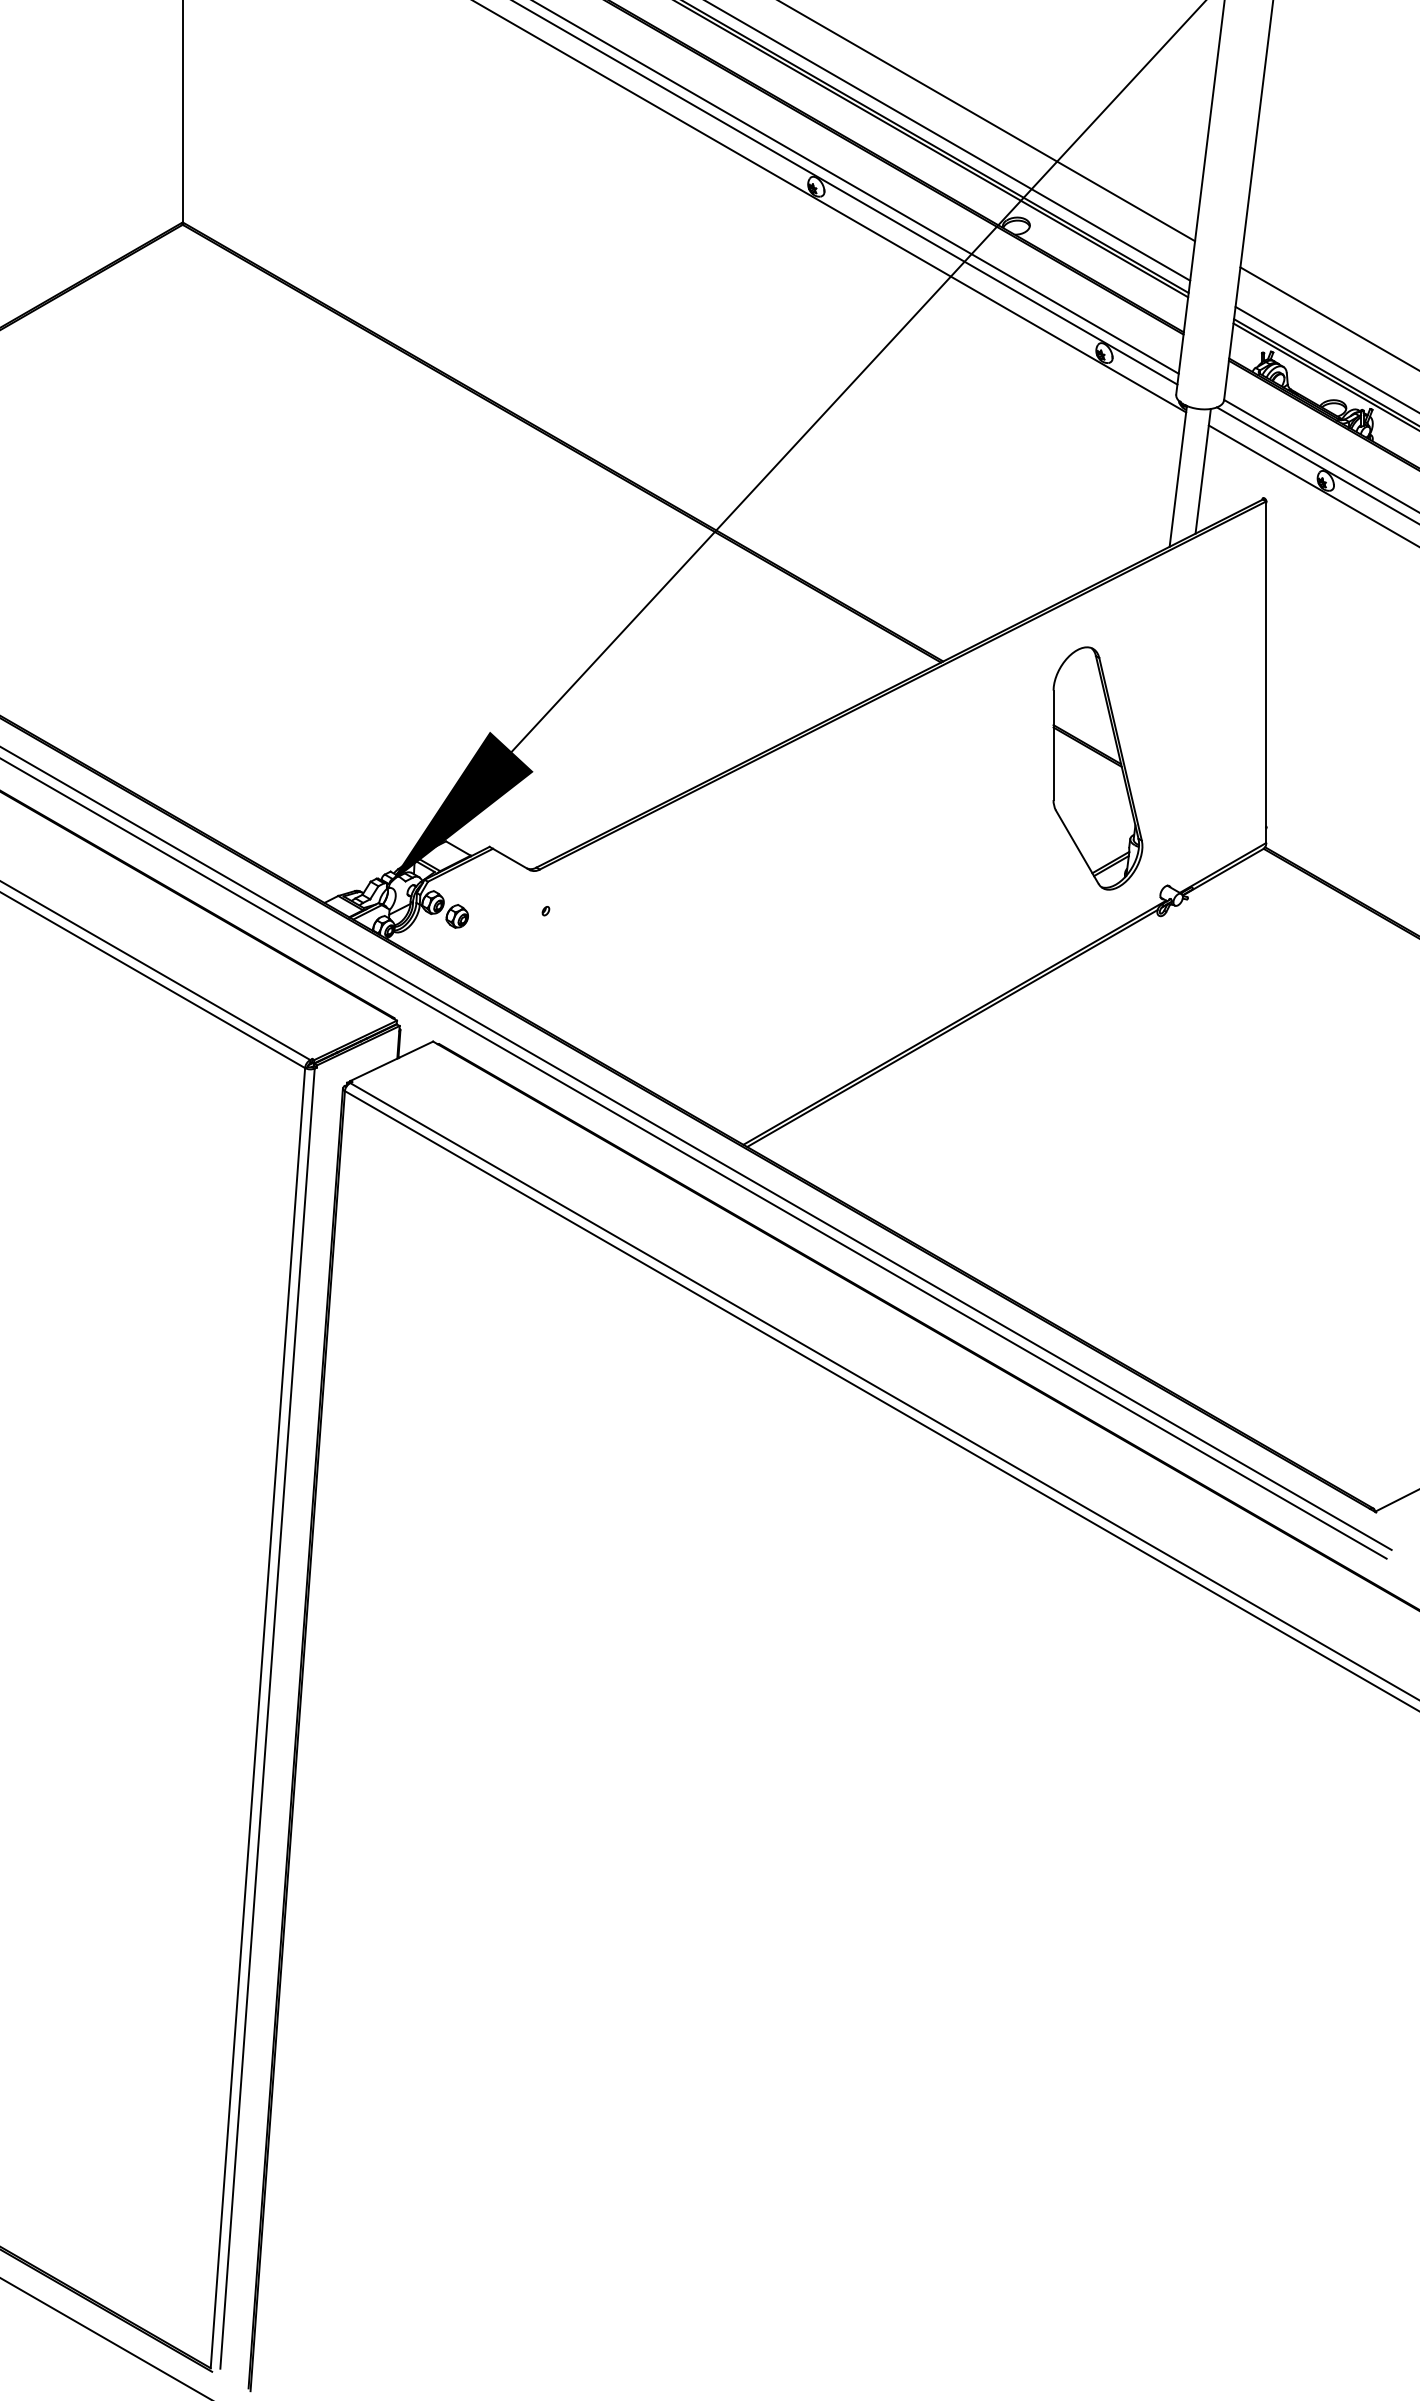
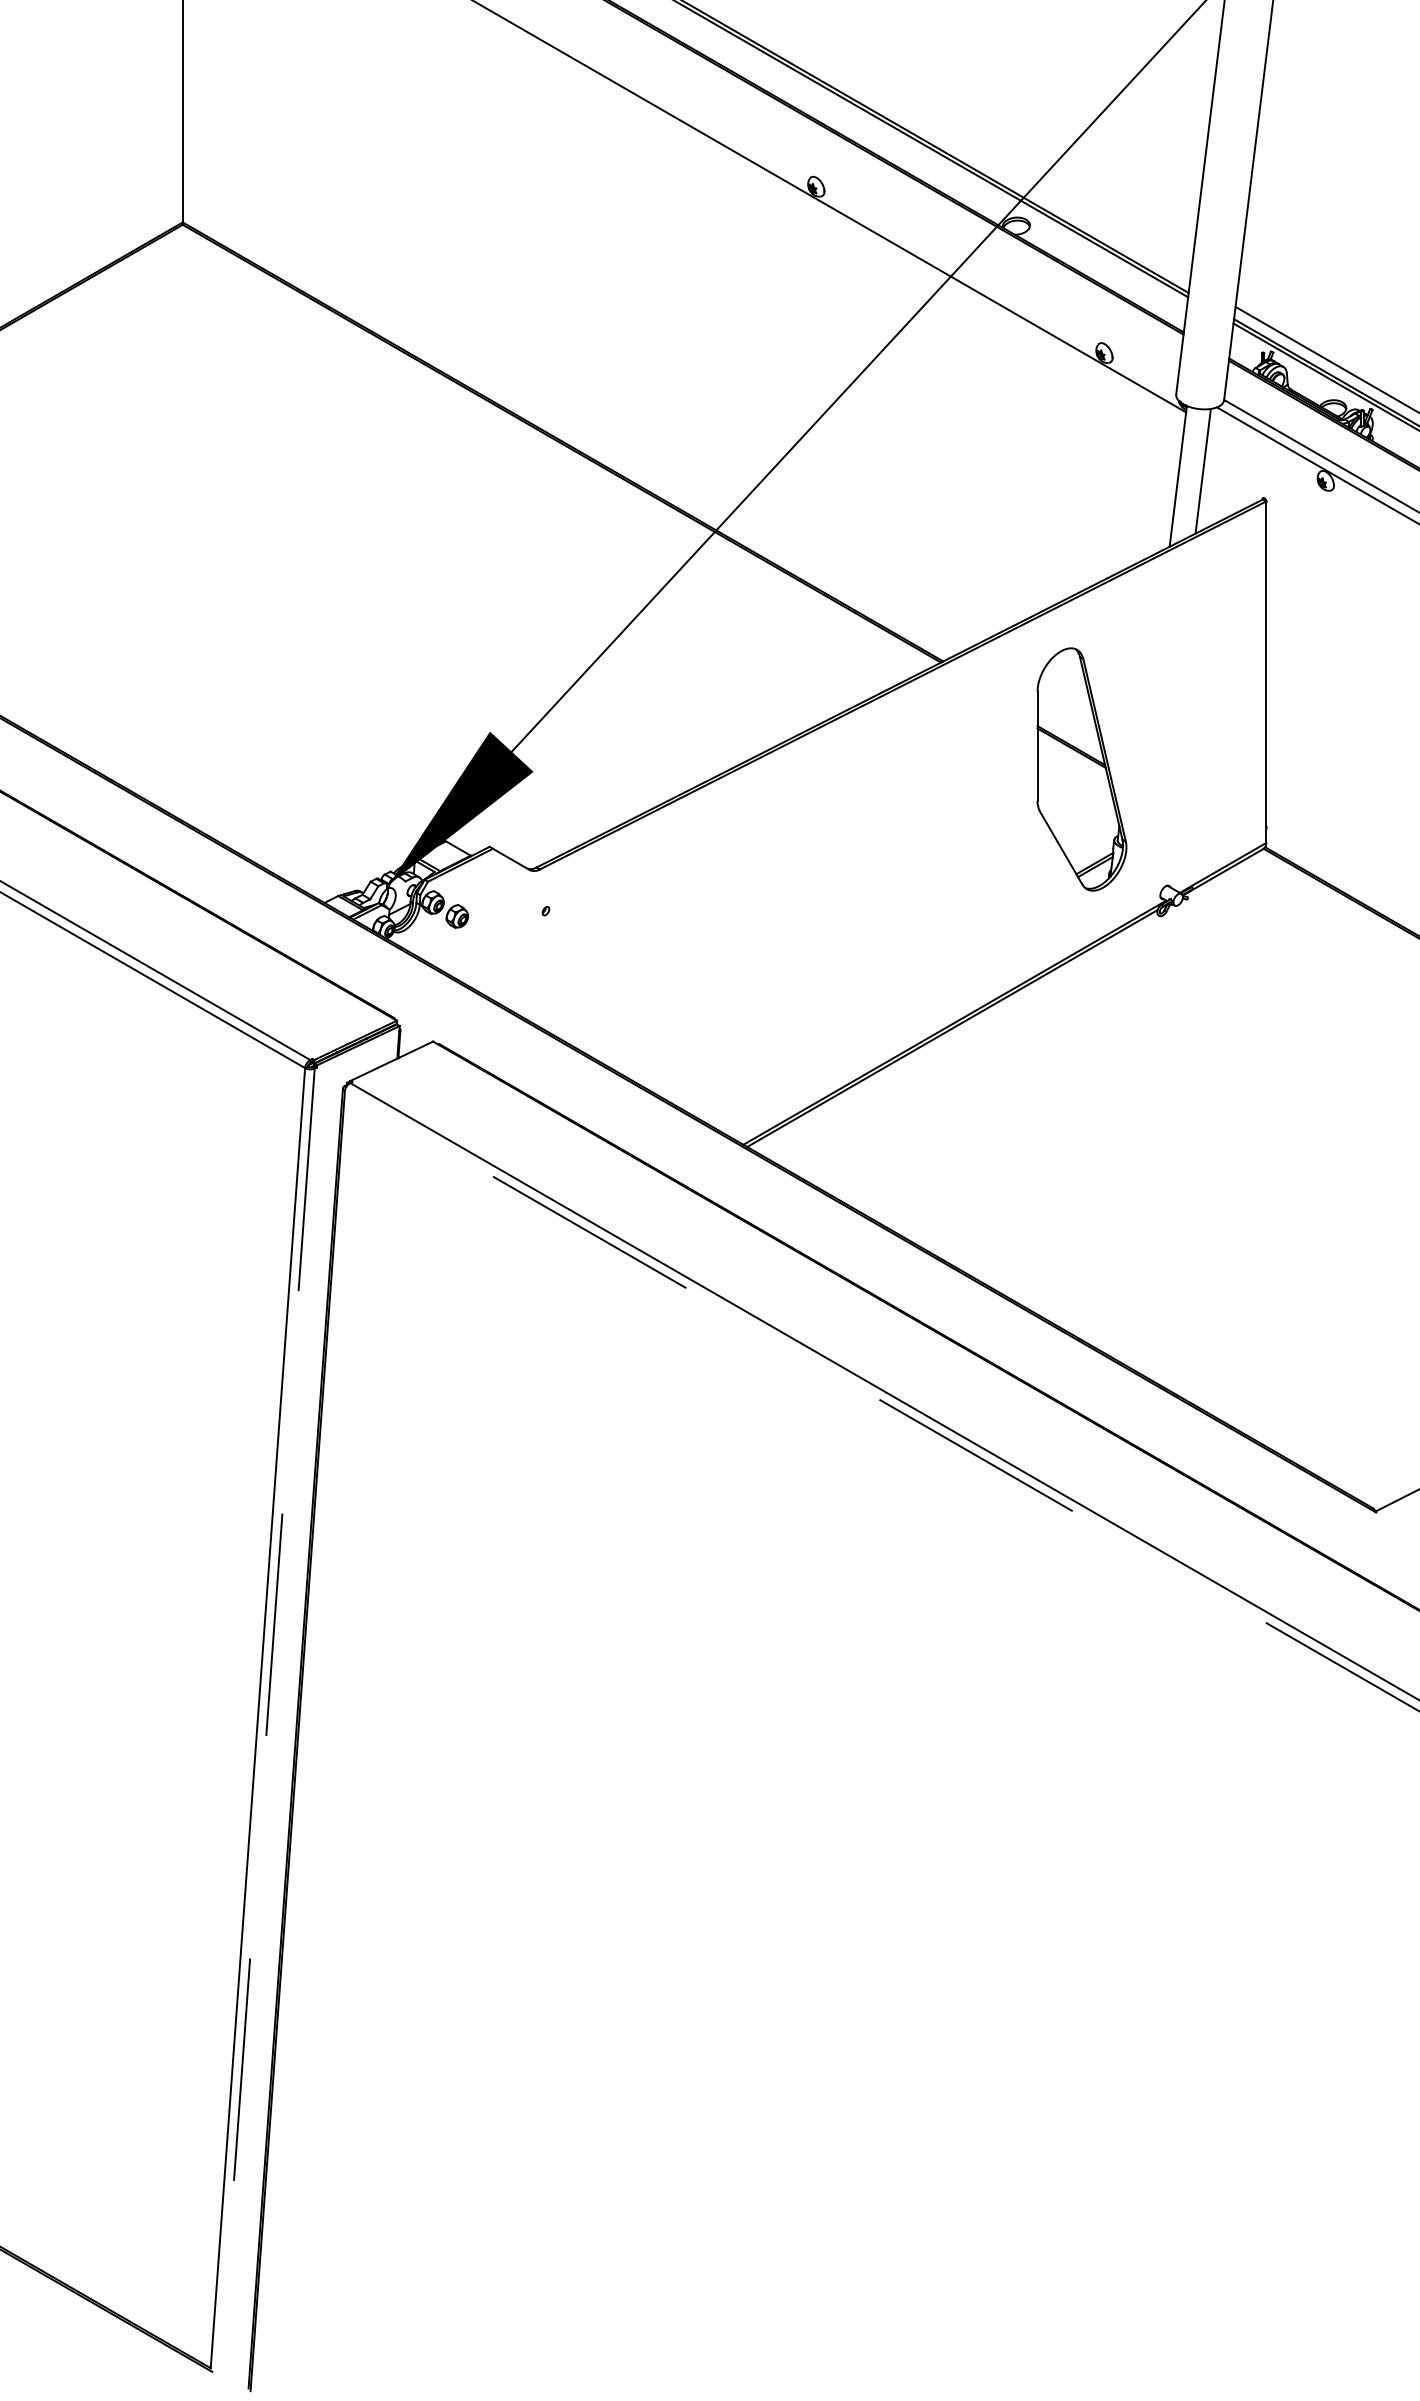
line at (987, 121): present -> none
line at (949, 141): present -> none
line at (856, 187): present -> none
line at (846, 193): present -> none
line at (1328, 317): present -> none
line at (1312, 485): present -> none
part at (1097, 768) position: (1097, 768) -> (1081, 769)
line at (696, 1148): present -> none
line at (694, 1158): present -> none
line at (881, 1401): solid -> dashed
line at (267, 1718): solid -> dashed
line at (104, 2338): present -> none
